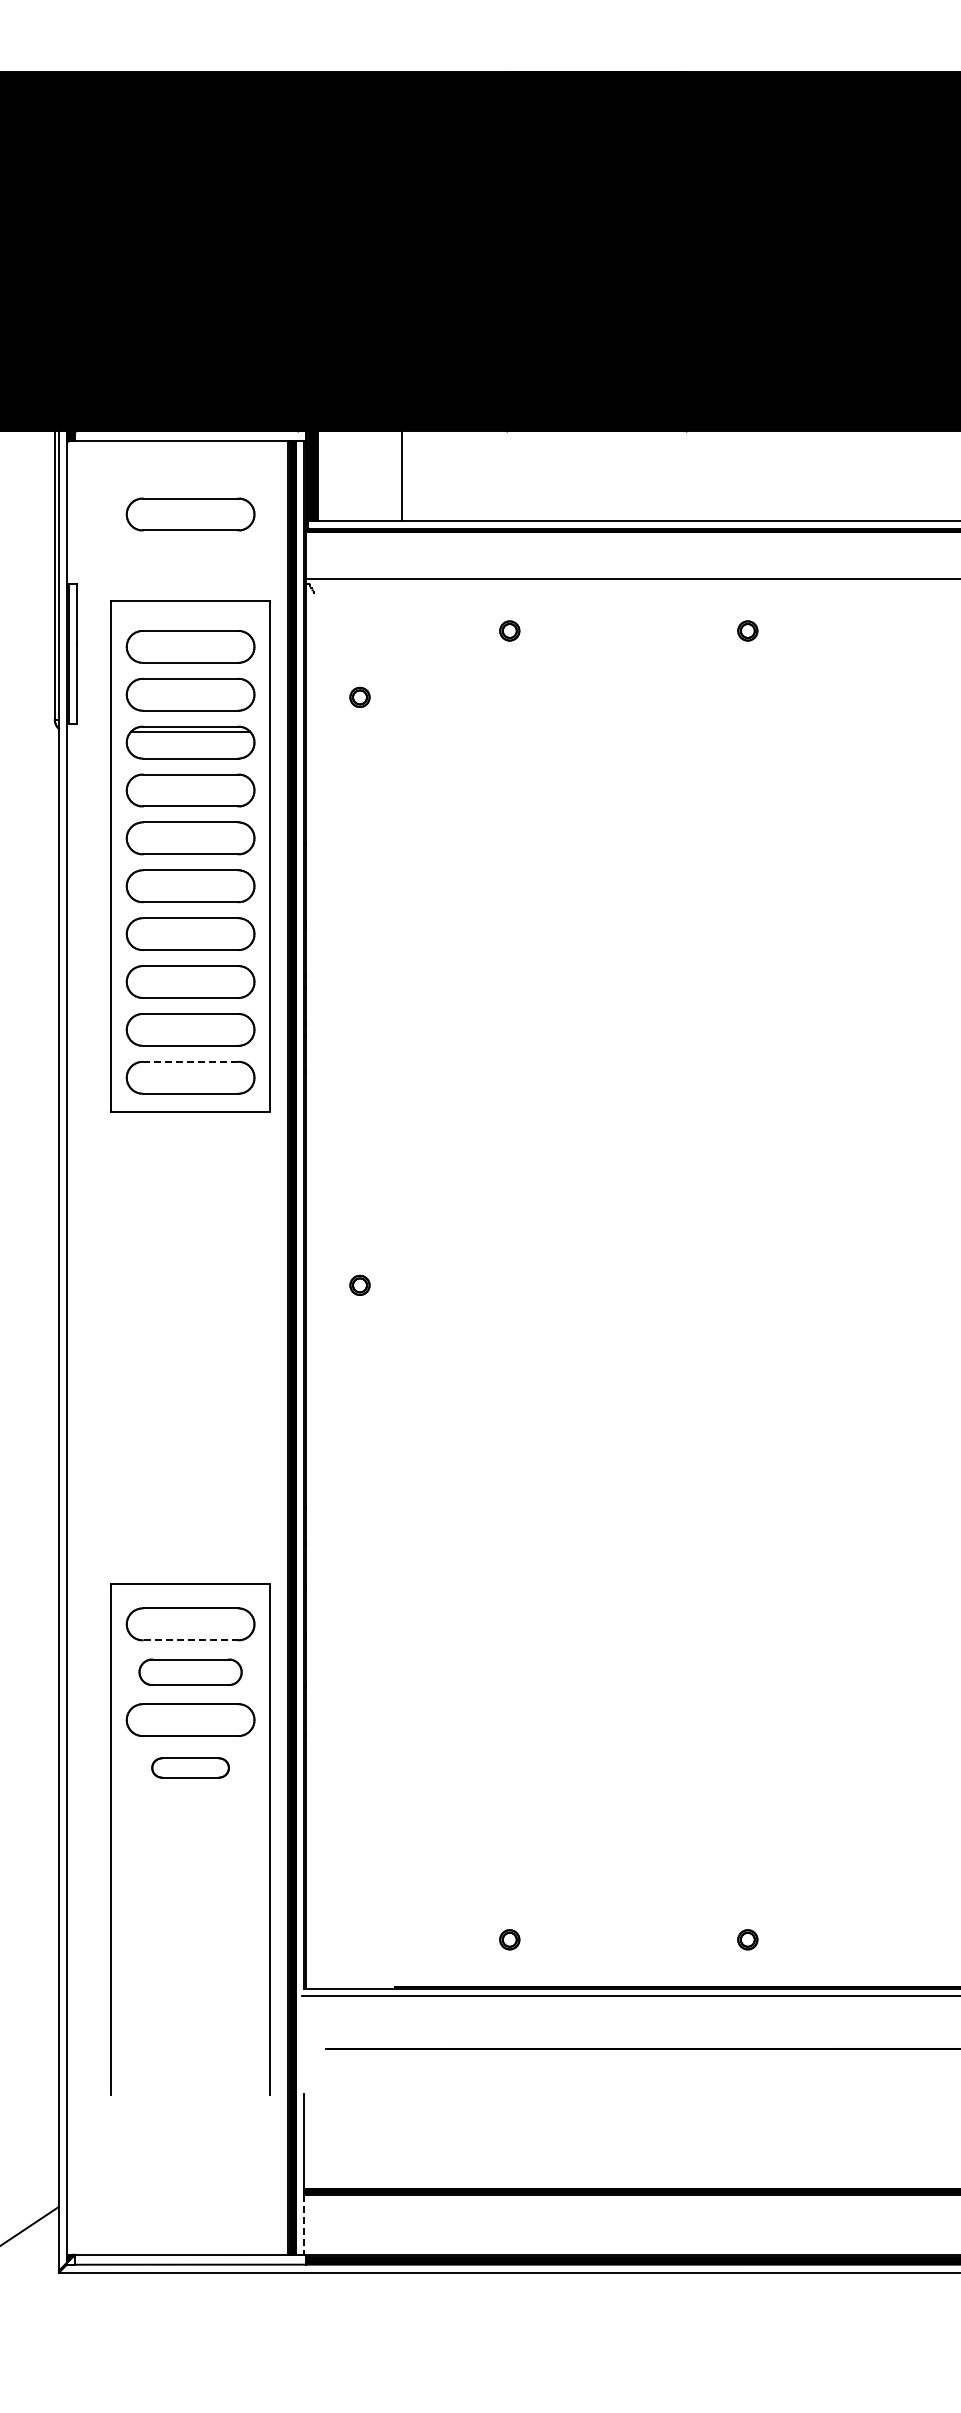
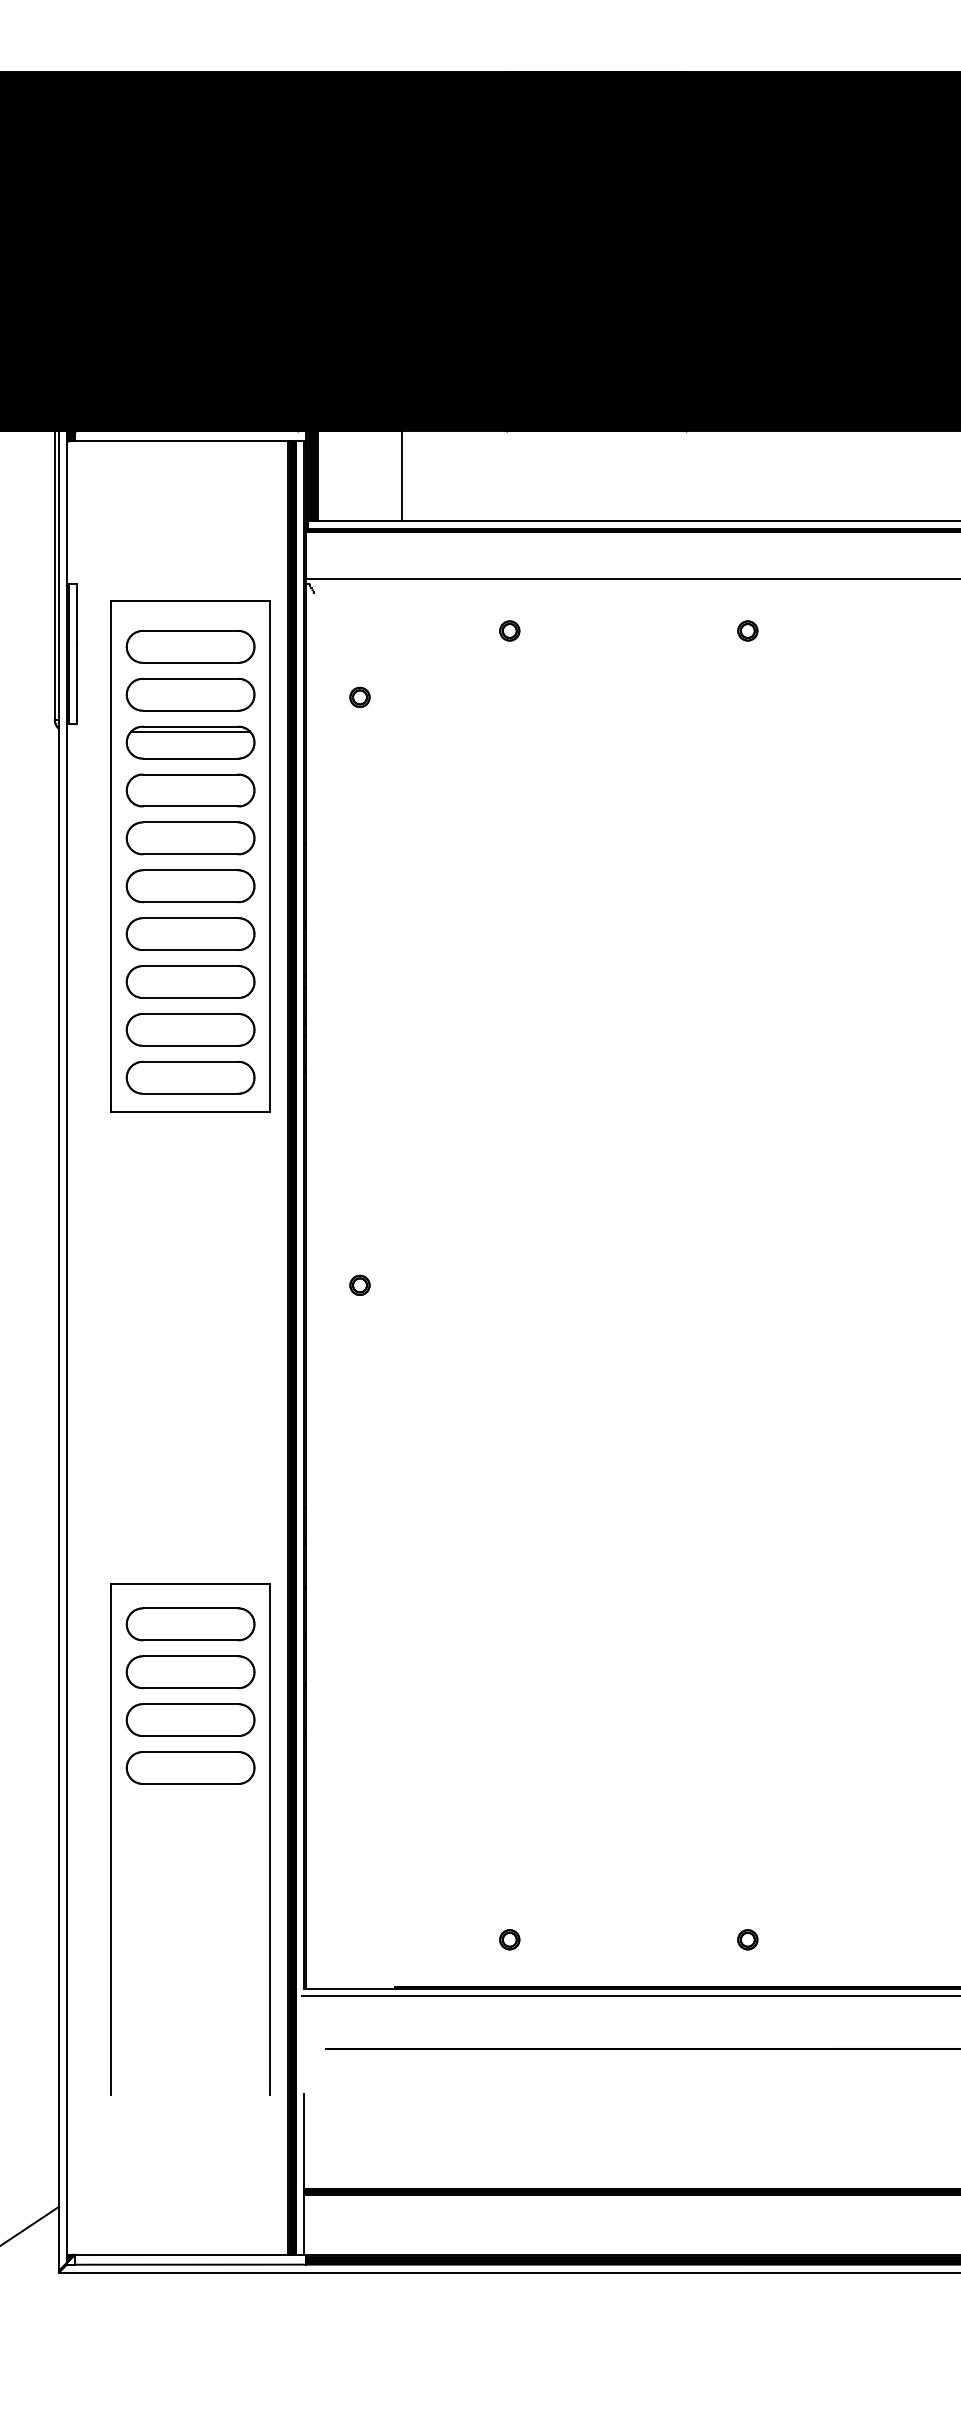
part at (190, 514): present -> none
line at (190, 1061): dashed -> solid
line at (190, 1640): dashed -> solid
part at (190, 1671) size: 105x28 px -> 131x35 px
part at (190, 1767) size: 79x22 px -> 131x34 px
line at (304, 2225): dashed -> solid
